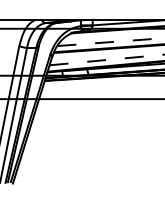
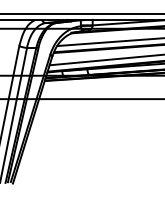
line at (81, 14): none -> present
line at (111, 42): dashed -> solid
line at (107, 59): dashed -> solid
